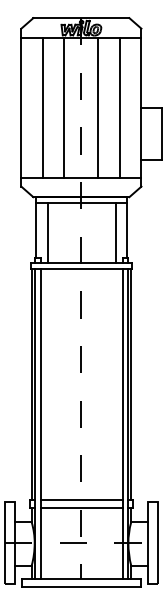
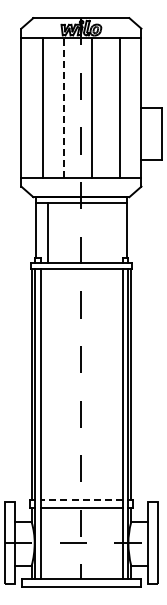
line at (64, 107): solid -> dashed
line at (98, 107) position: (98, 107) -> (92, 107)
line at (115, 233): present -> none
line at (81, 499): solid -> dashed
